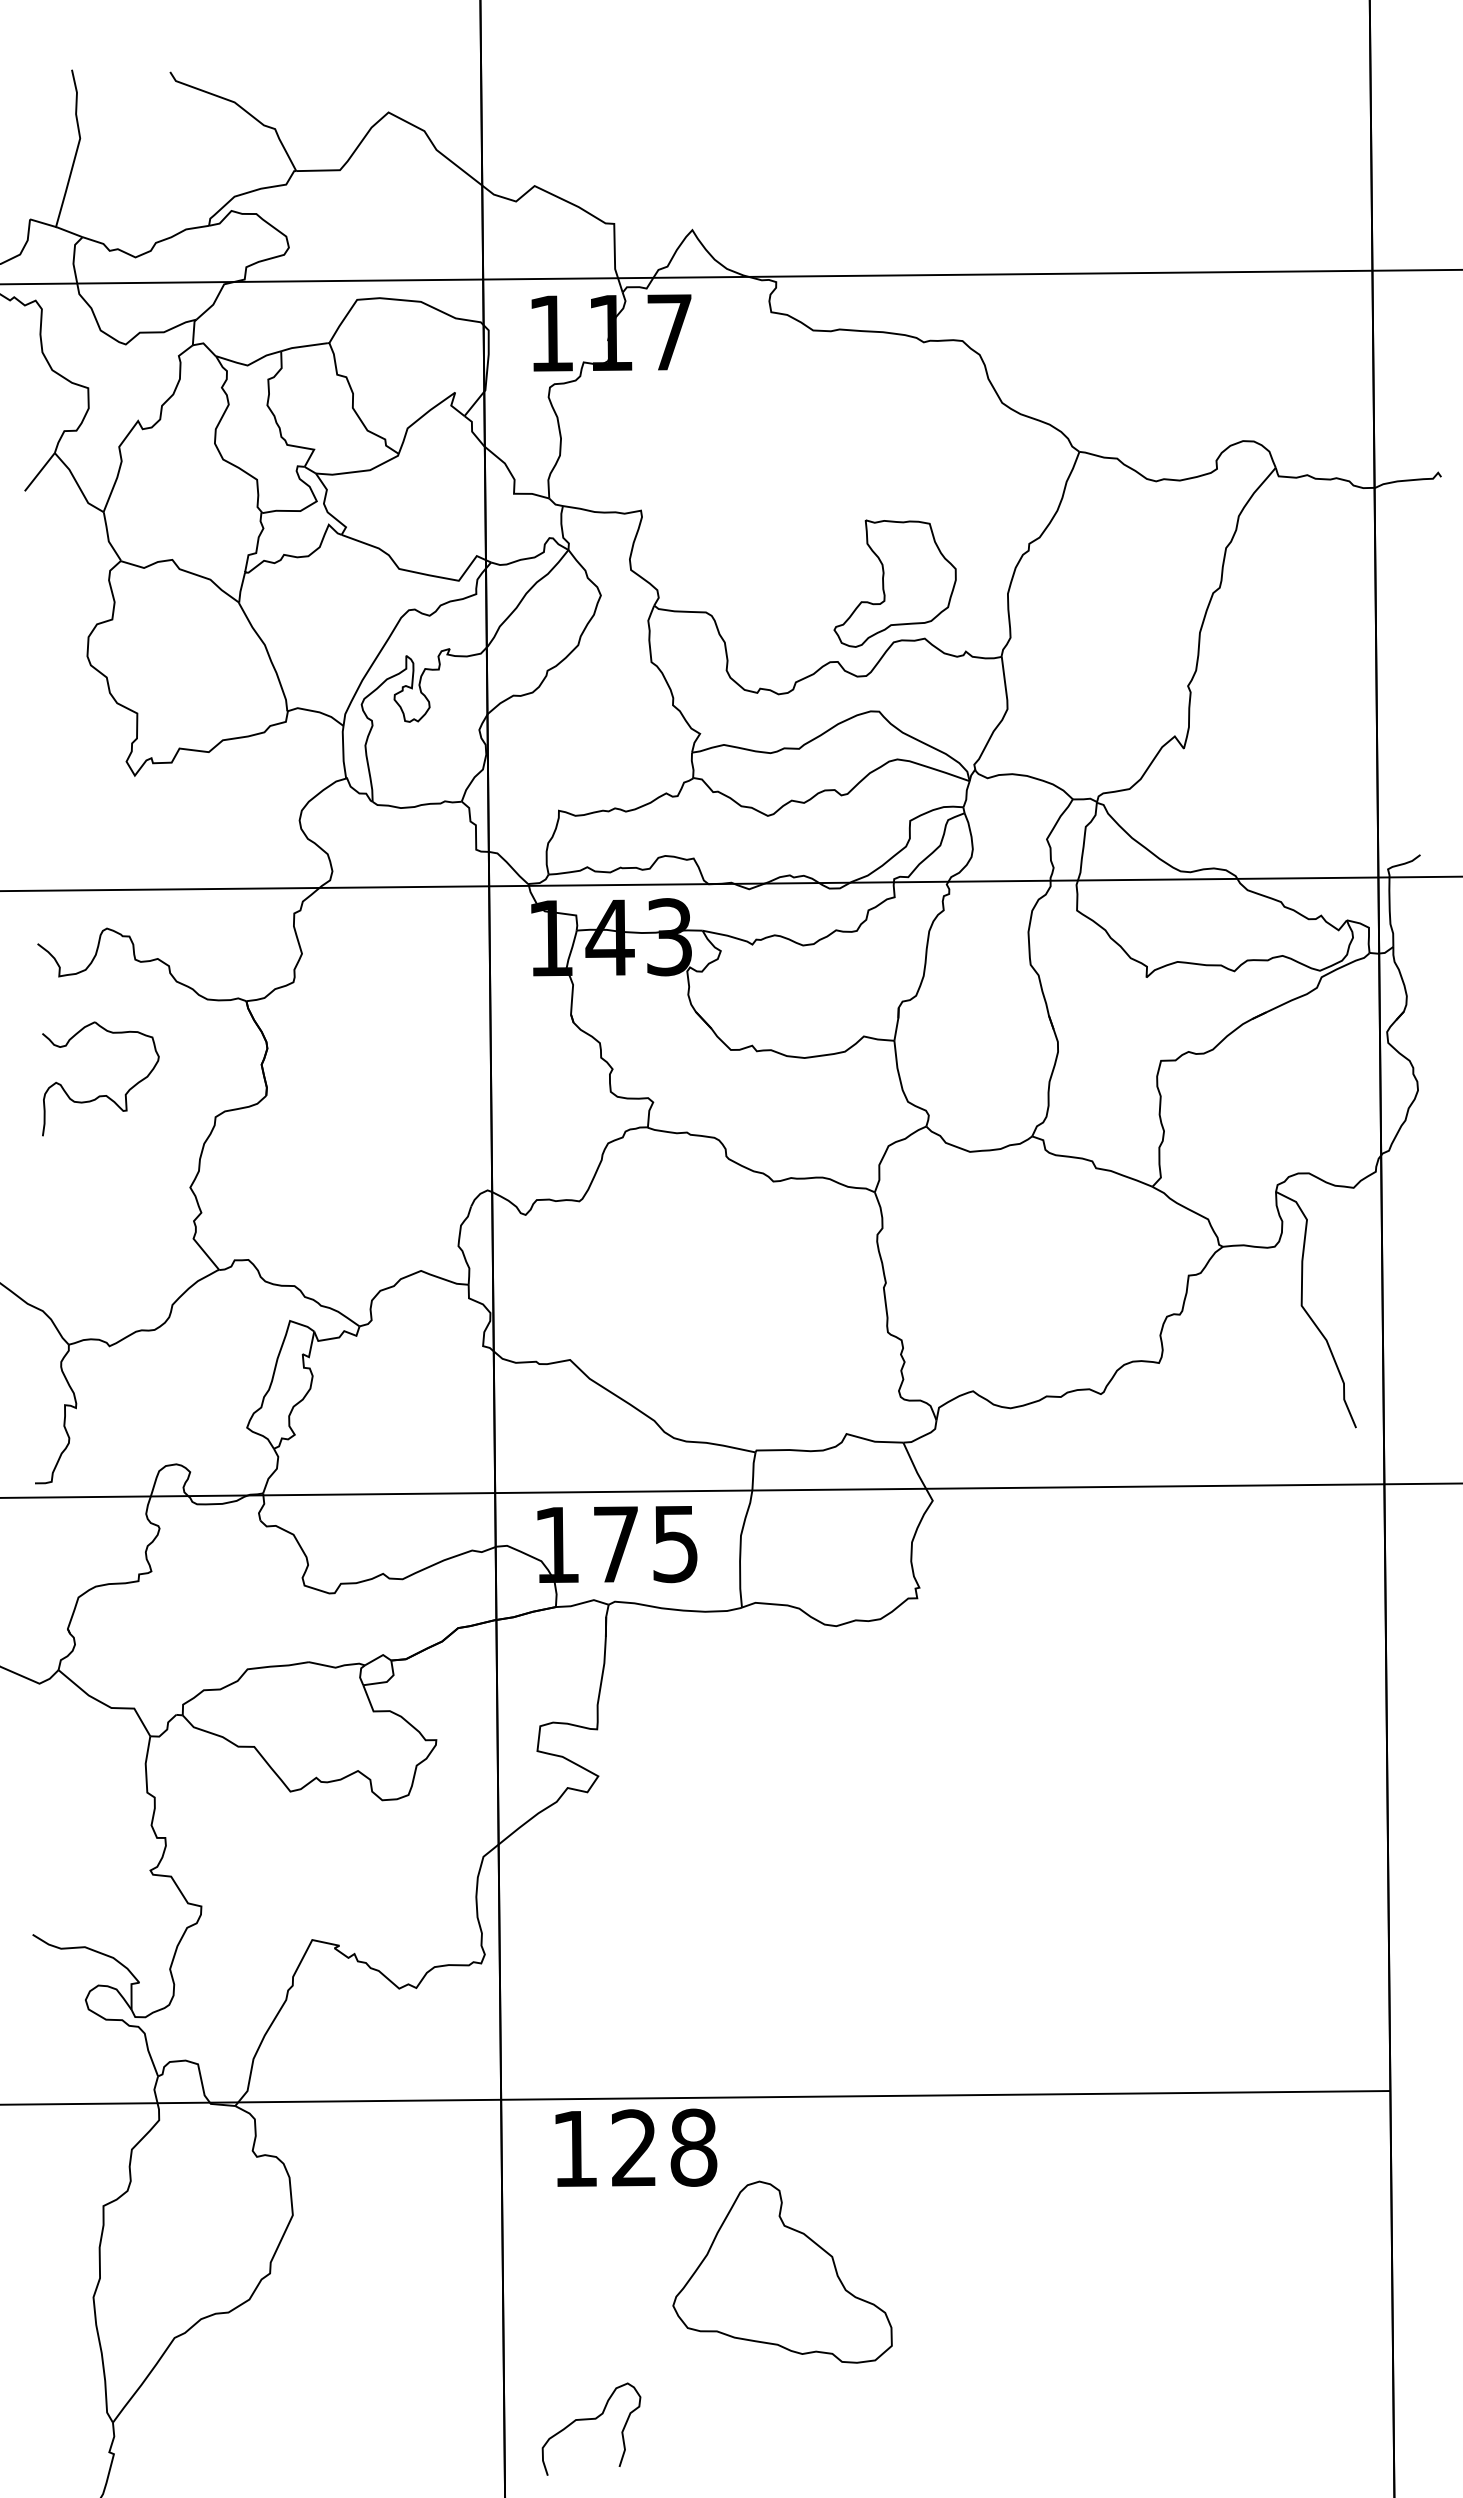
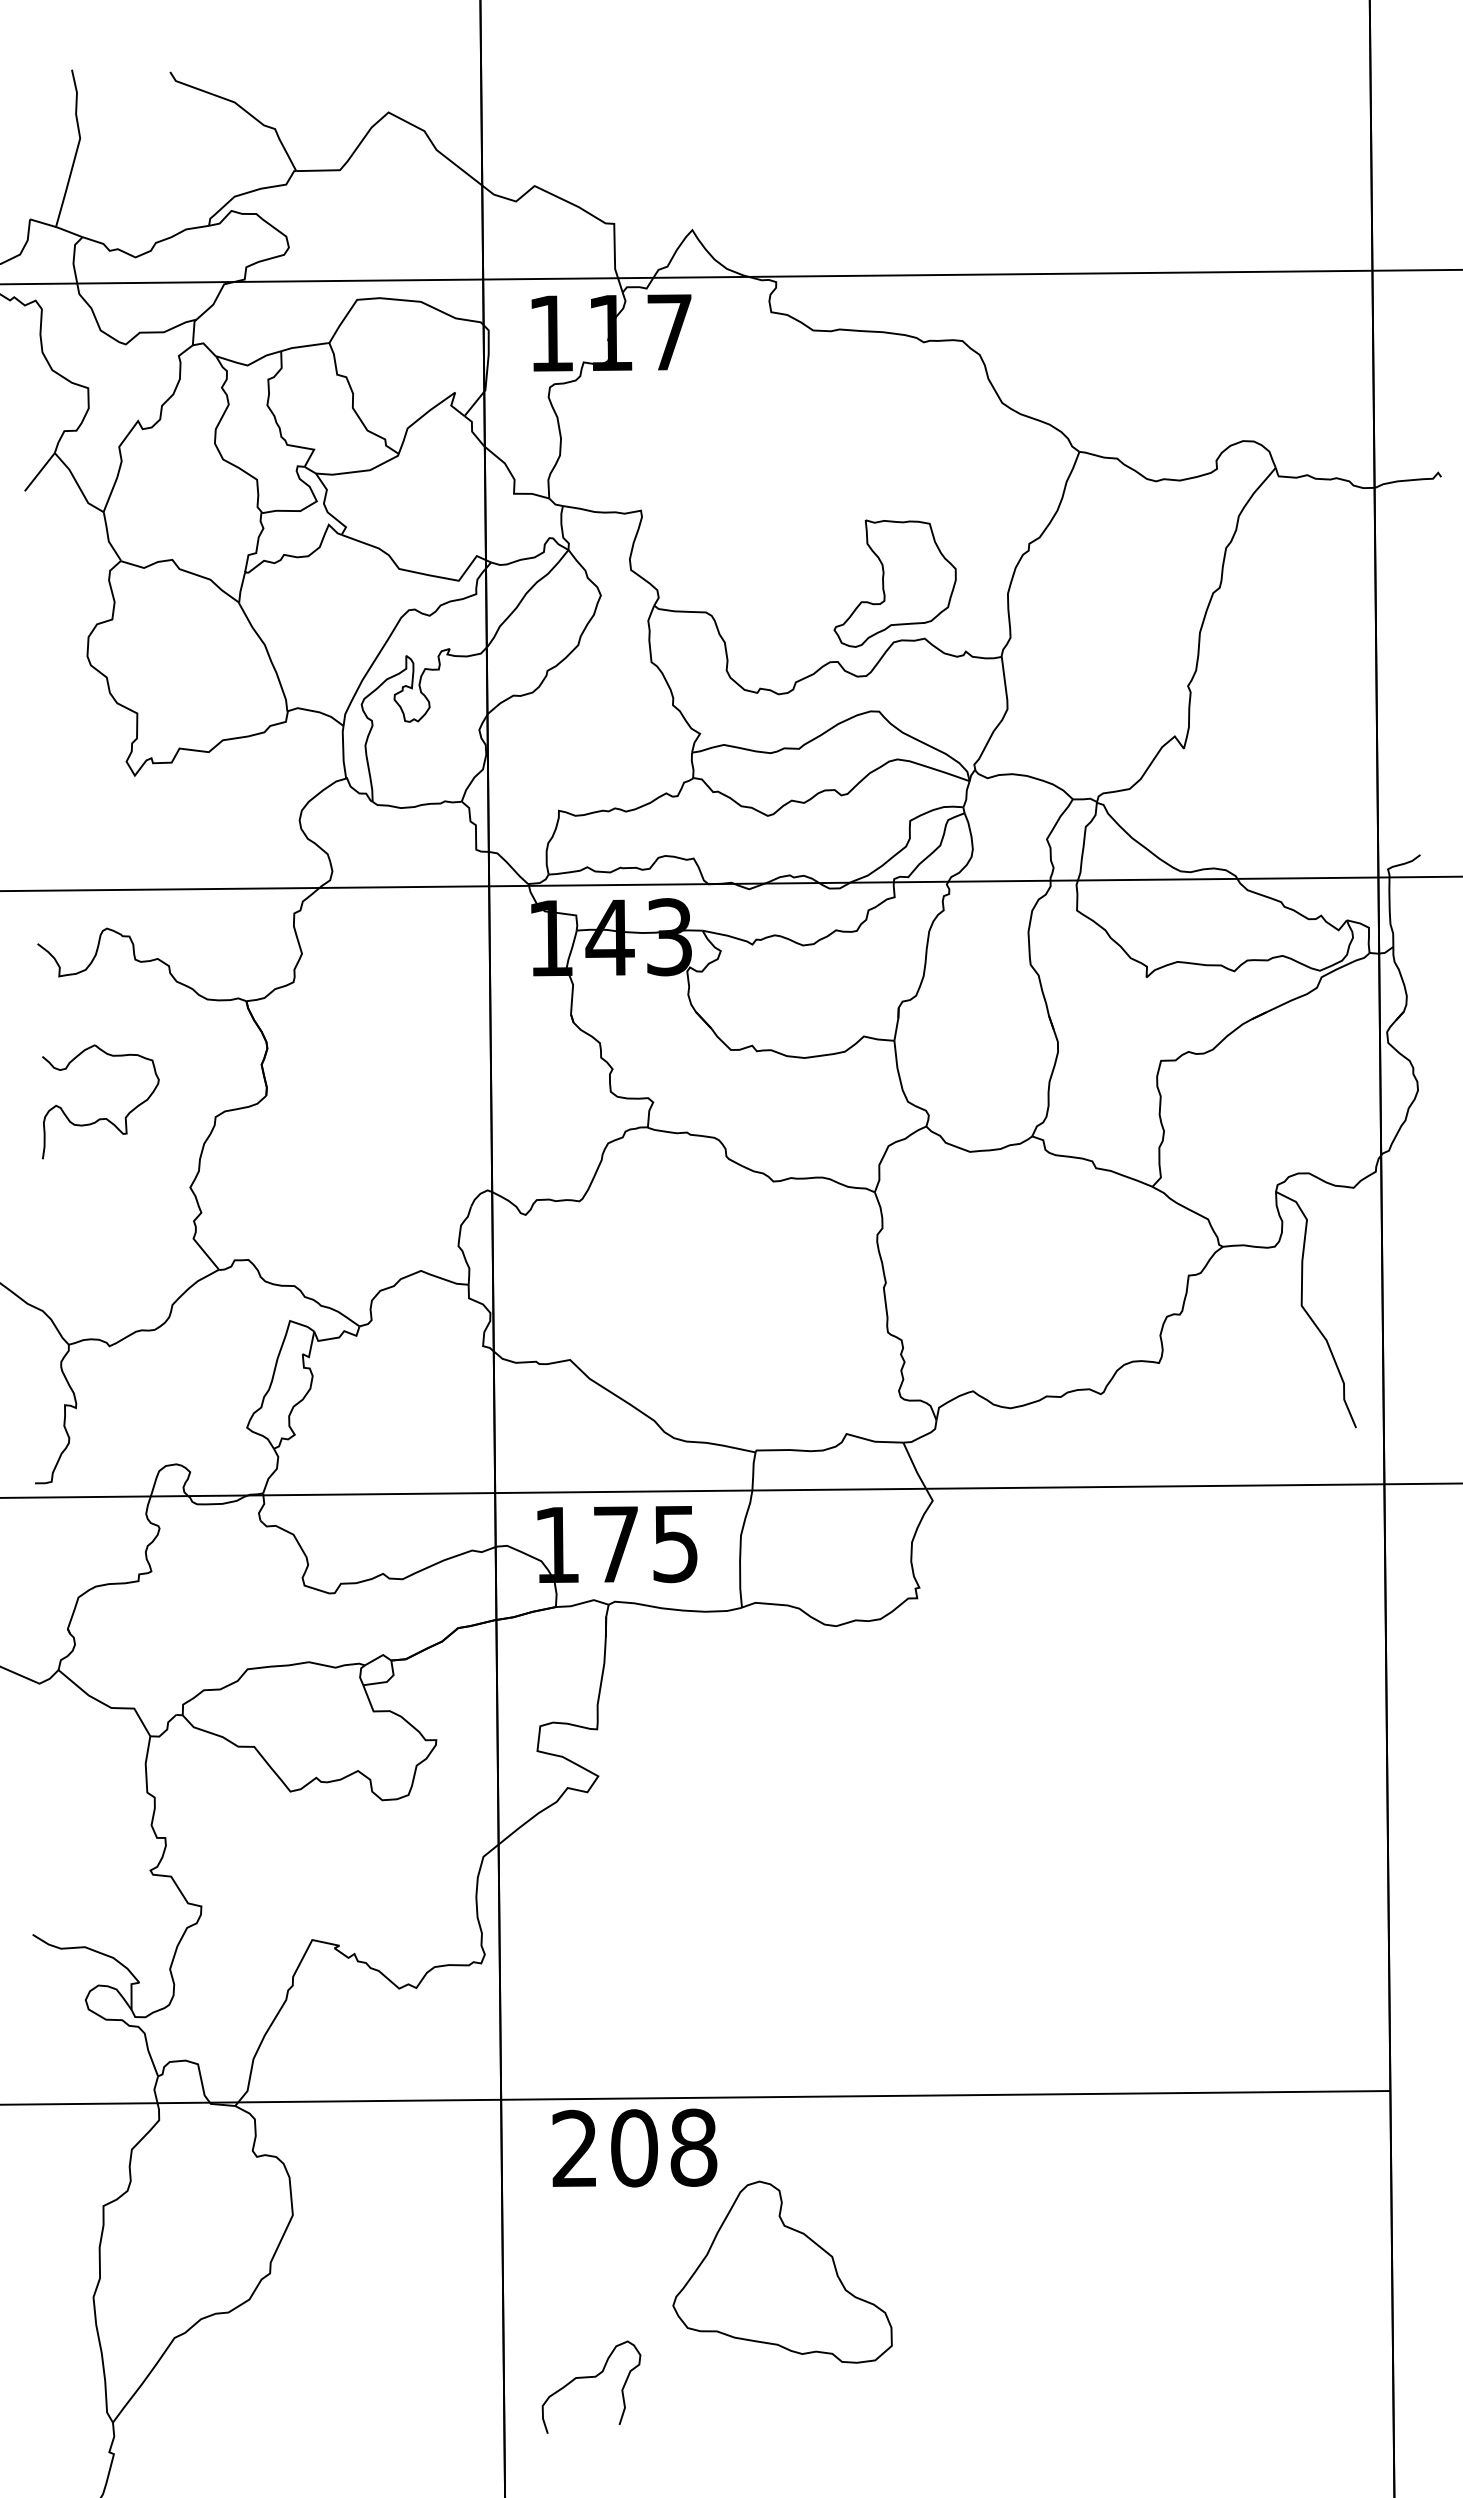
part at (100, 1095) position: (100, 1095) -> (100, 1118)
text at (604, 2148): 128 -> 208
curve at (588, 2420) position: (588, 2420) -> (588, 2378)
